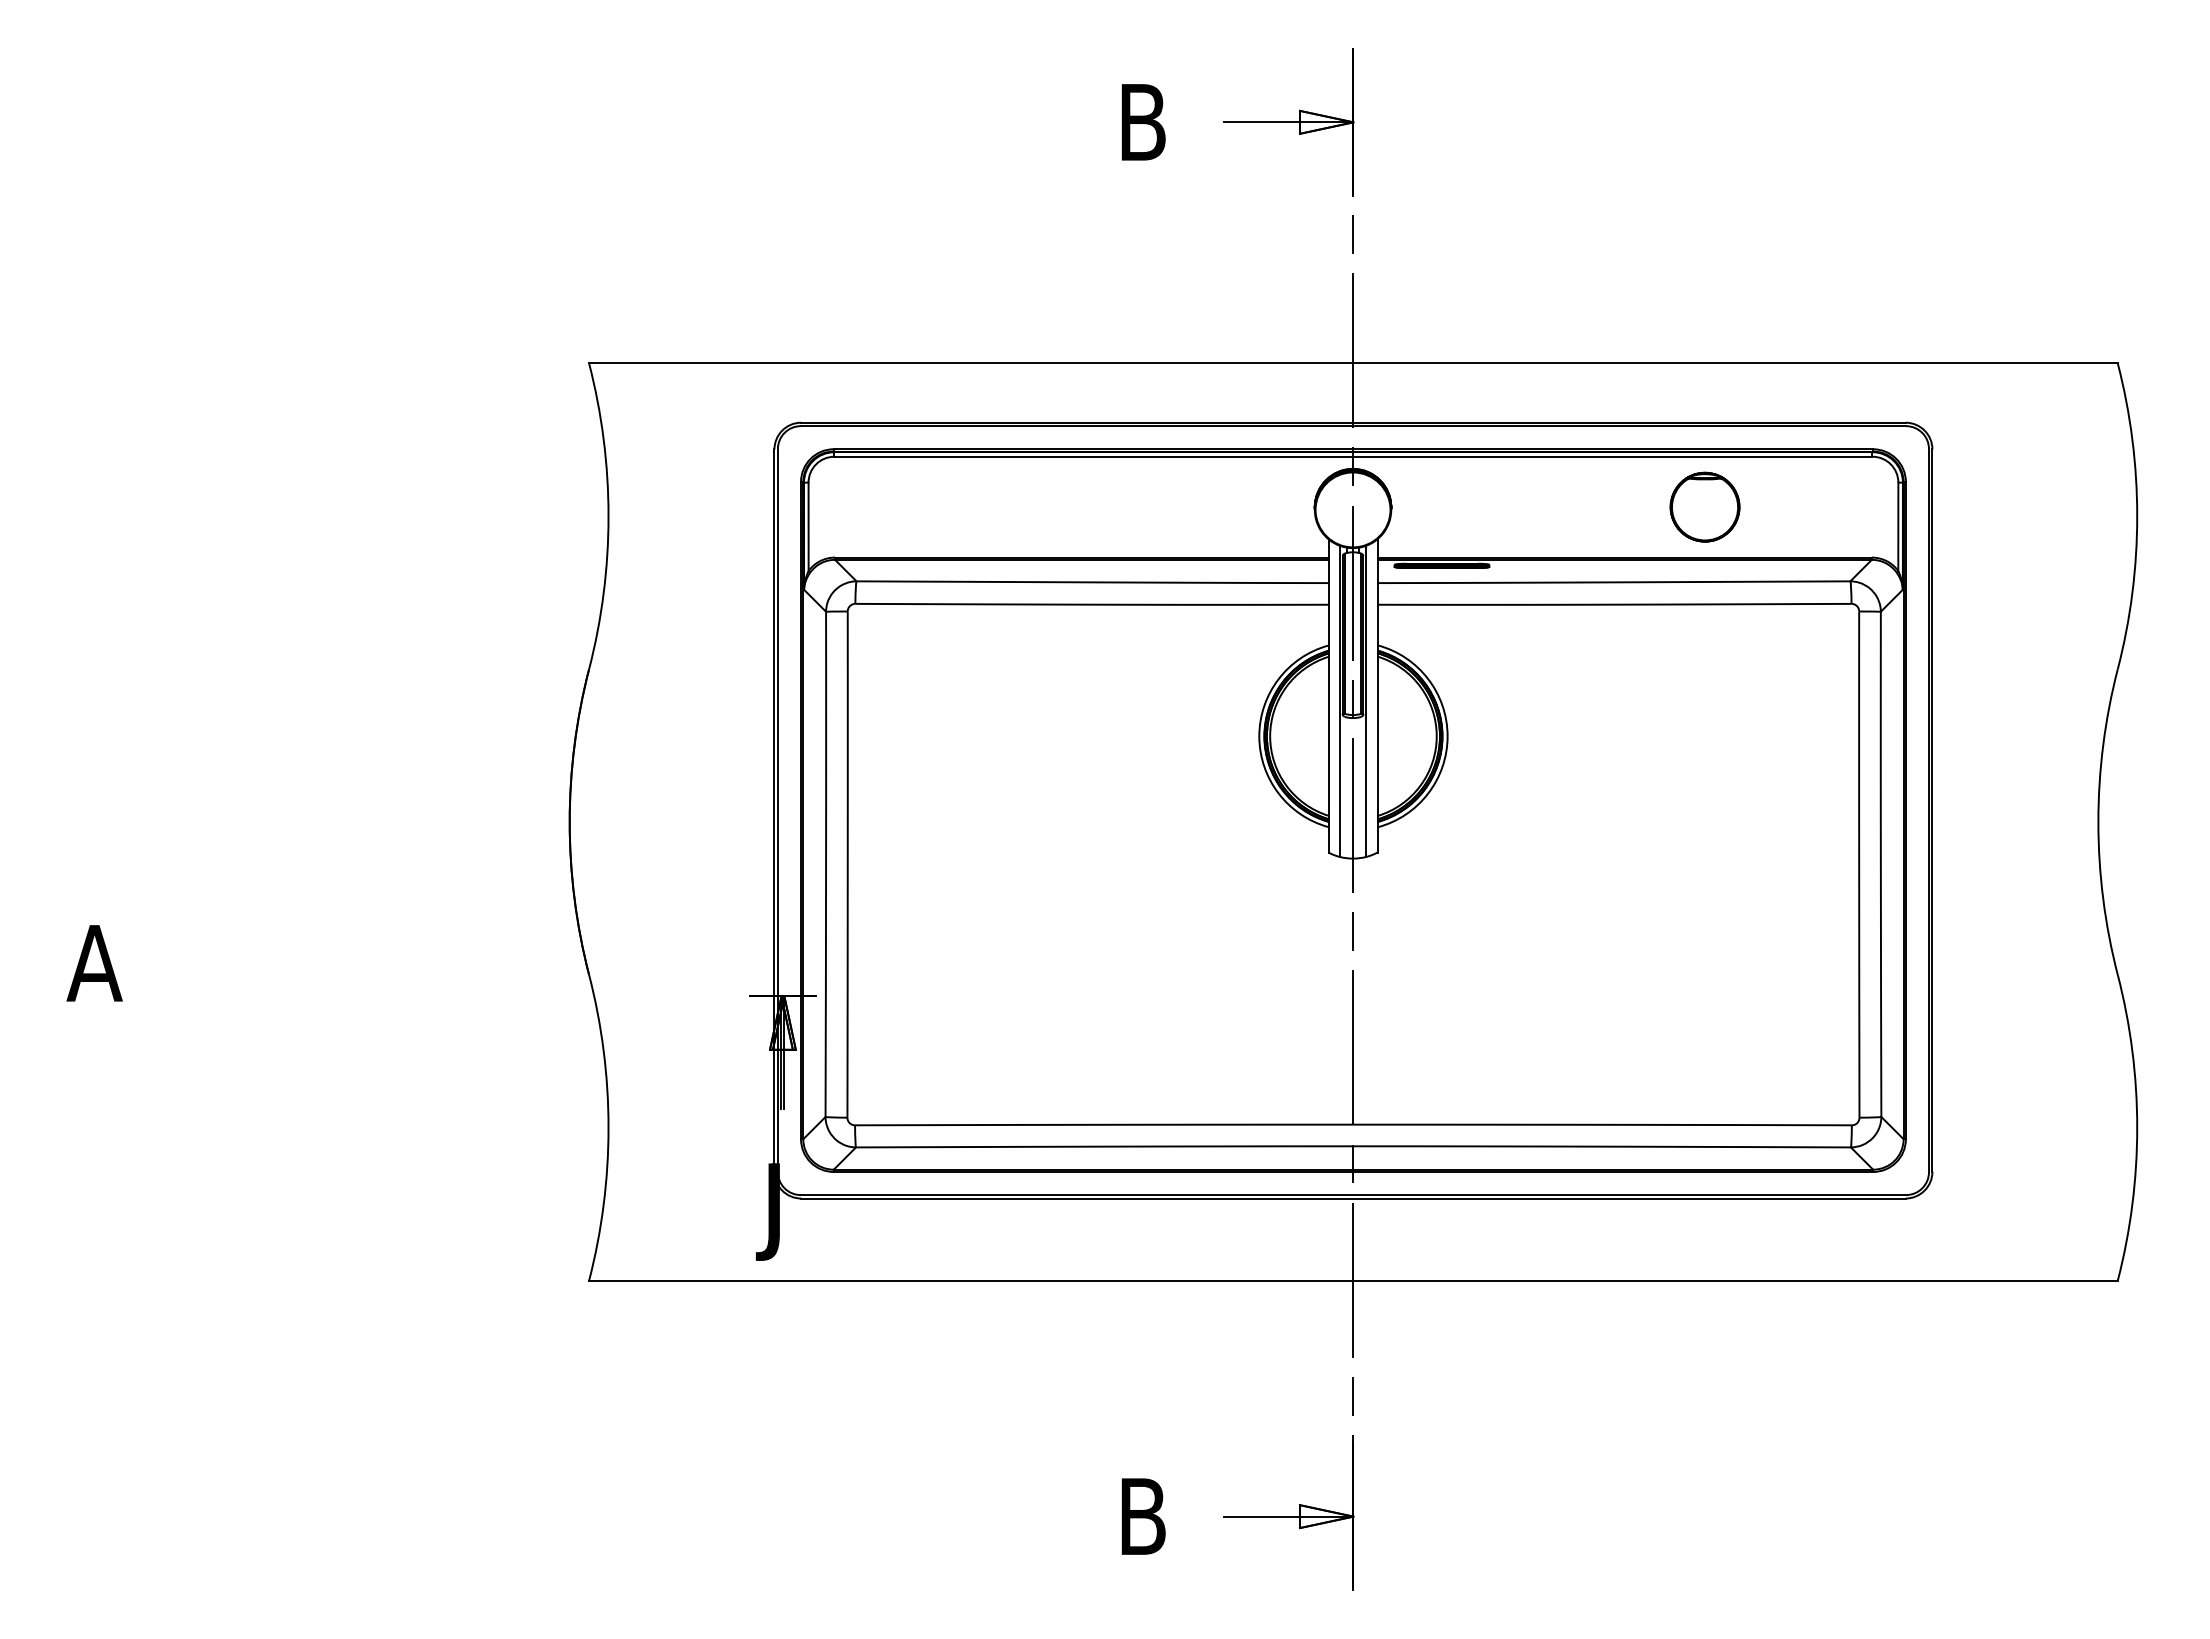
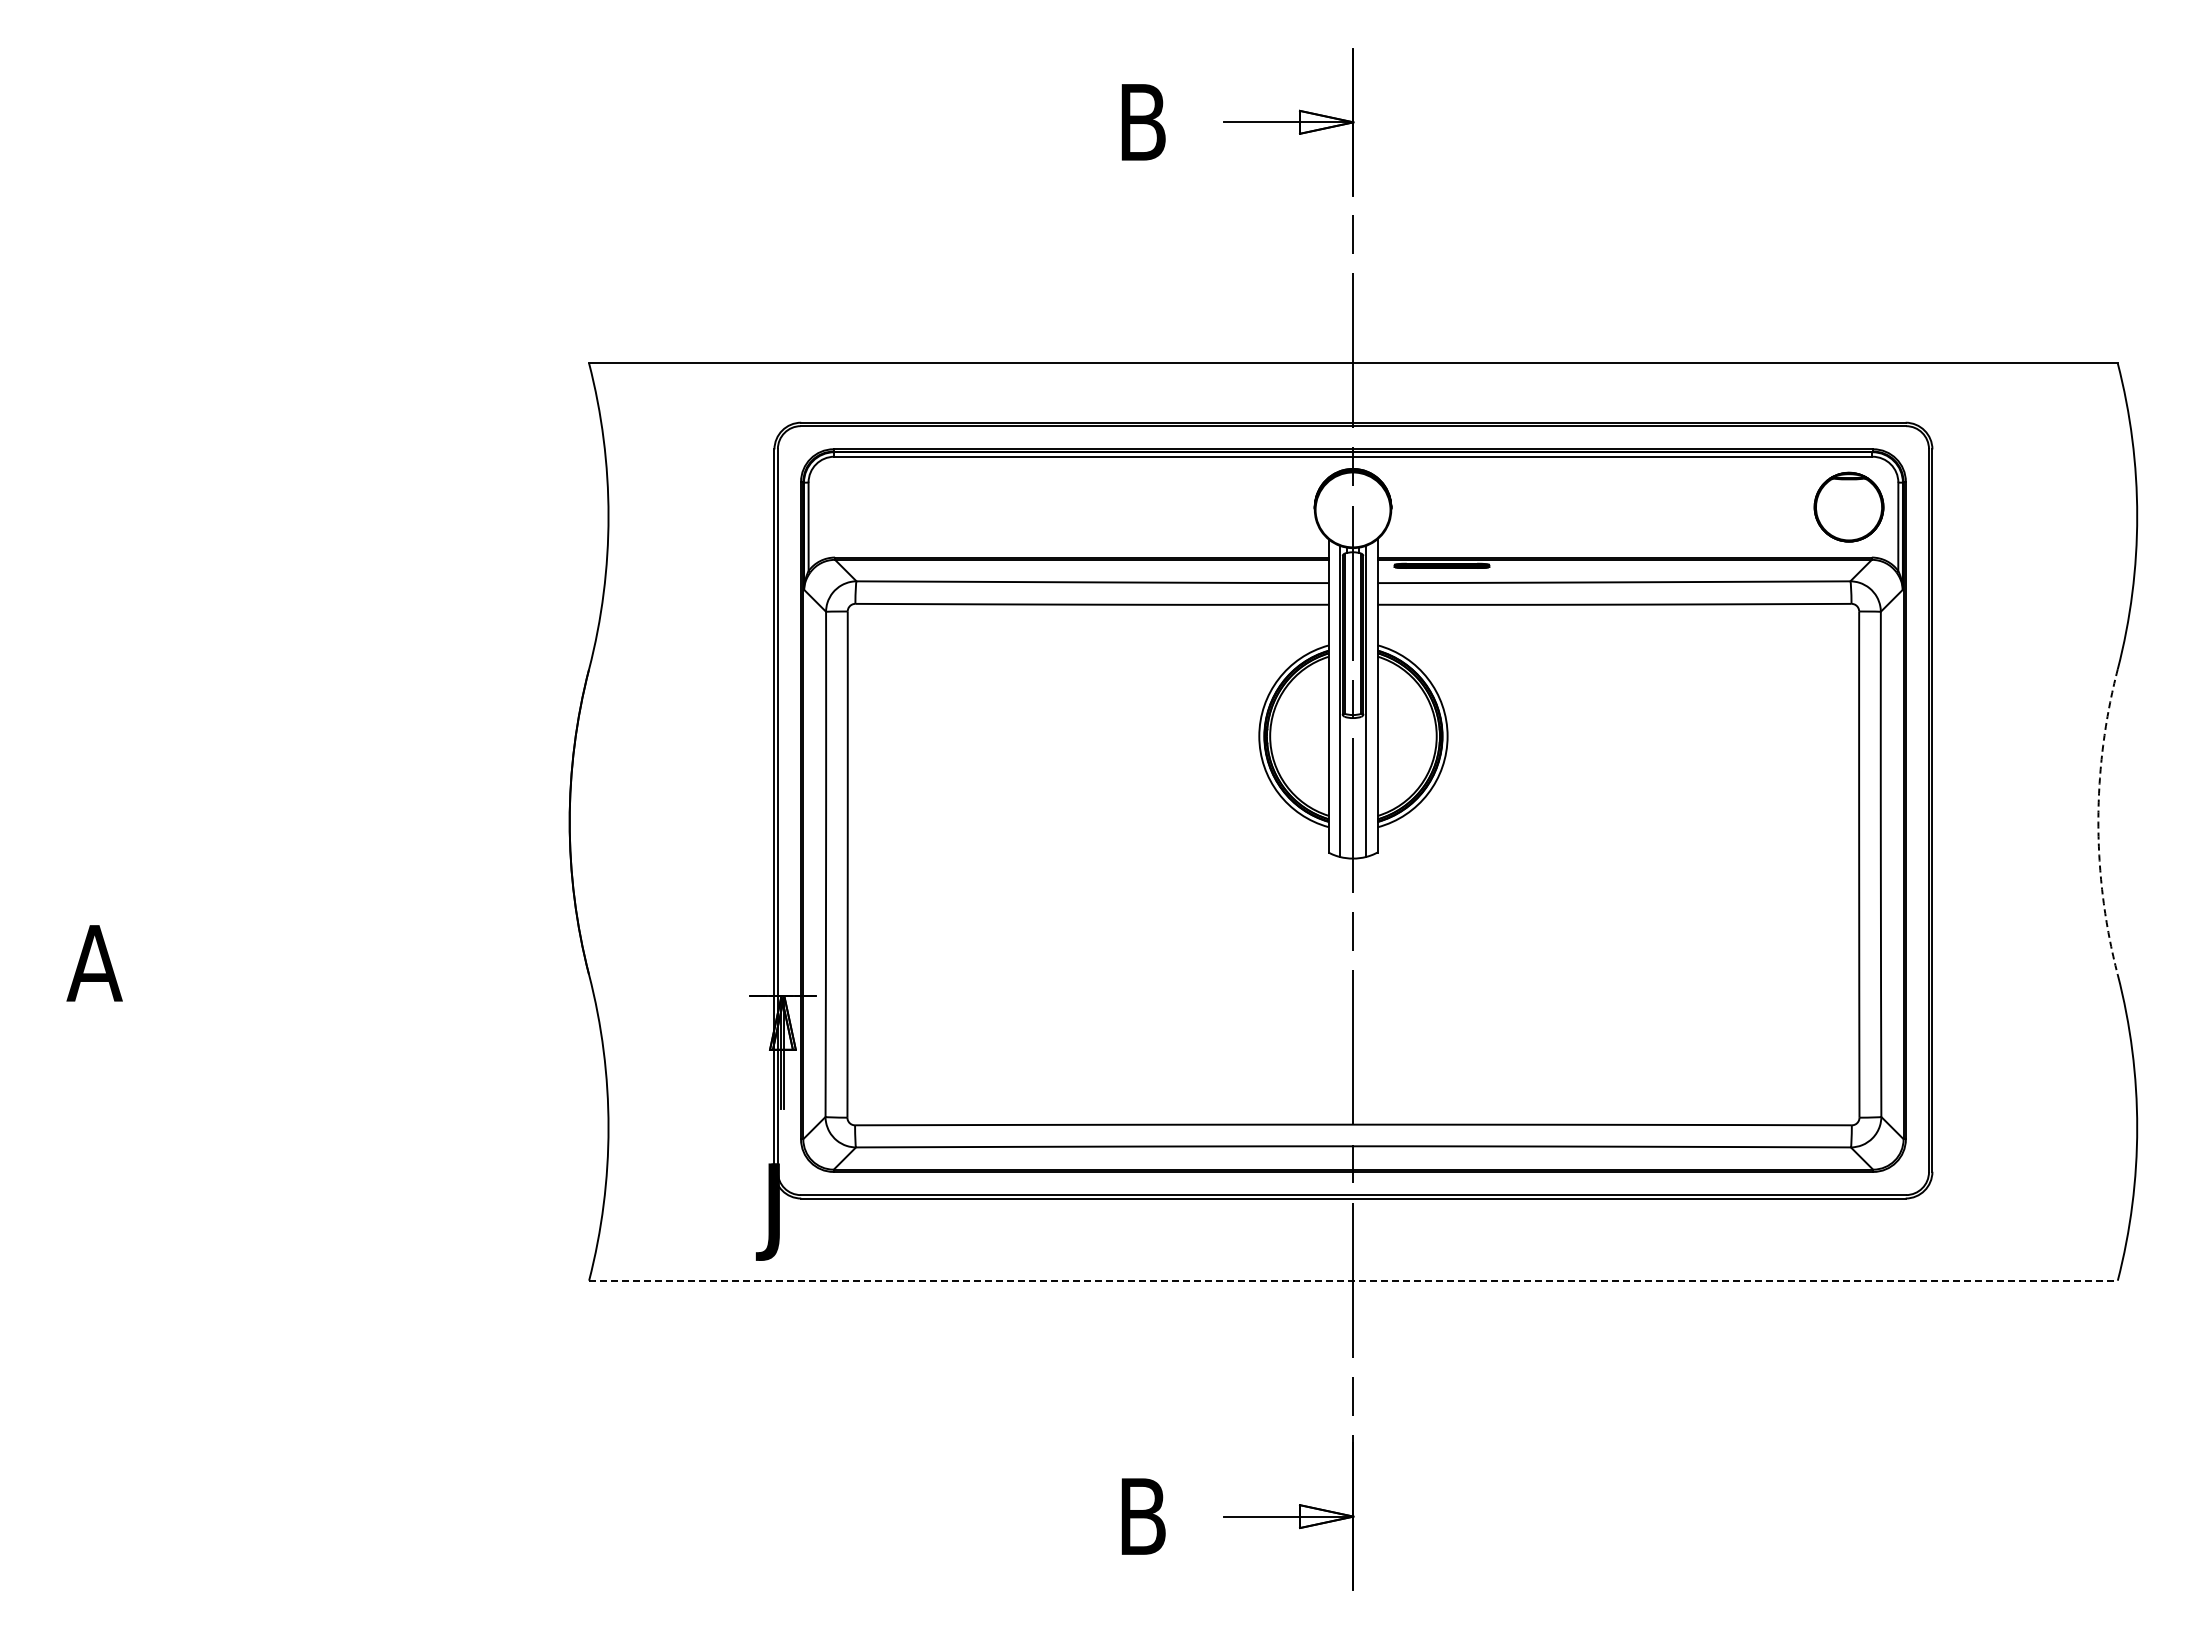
part at (1704, 506) position: (1704, 506) -> (1848, 506)
arc at (2098, 822): solid -> dashed
line at (1353, 1280): solid -> dashed
